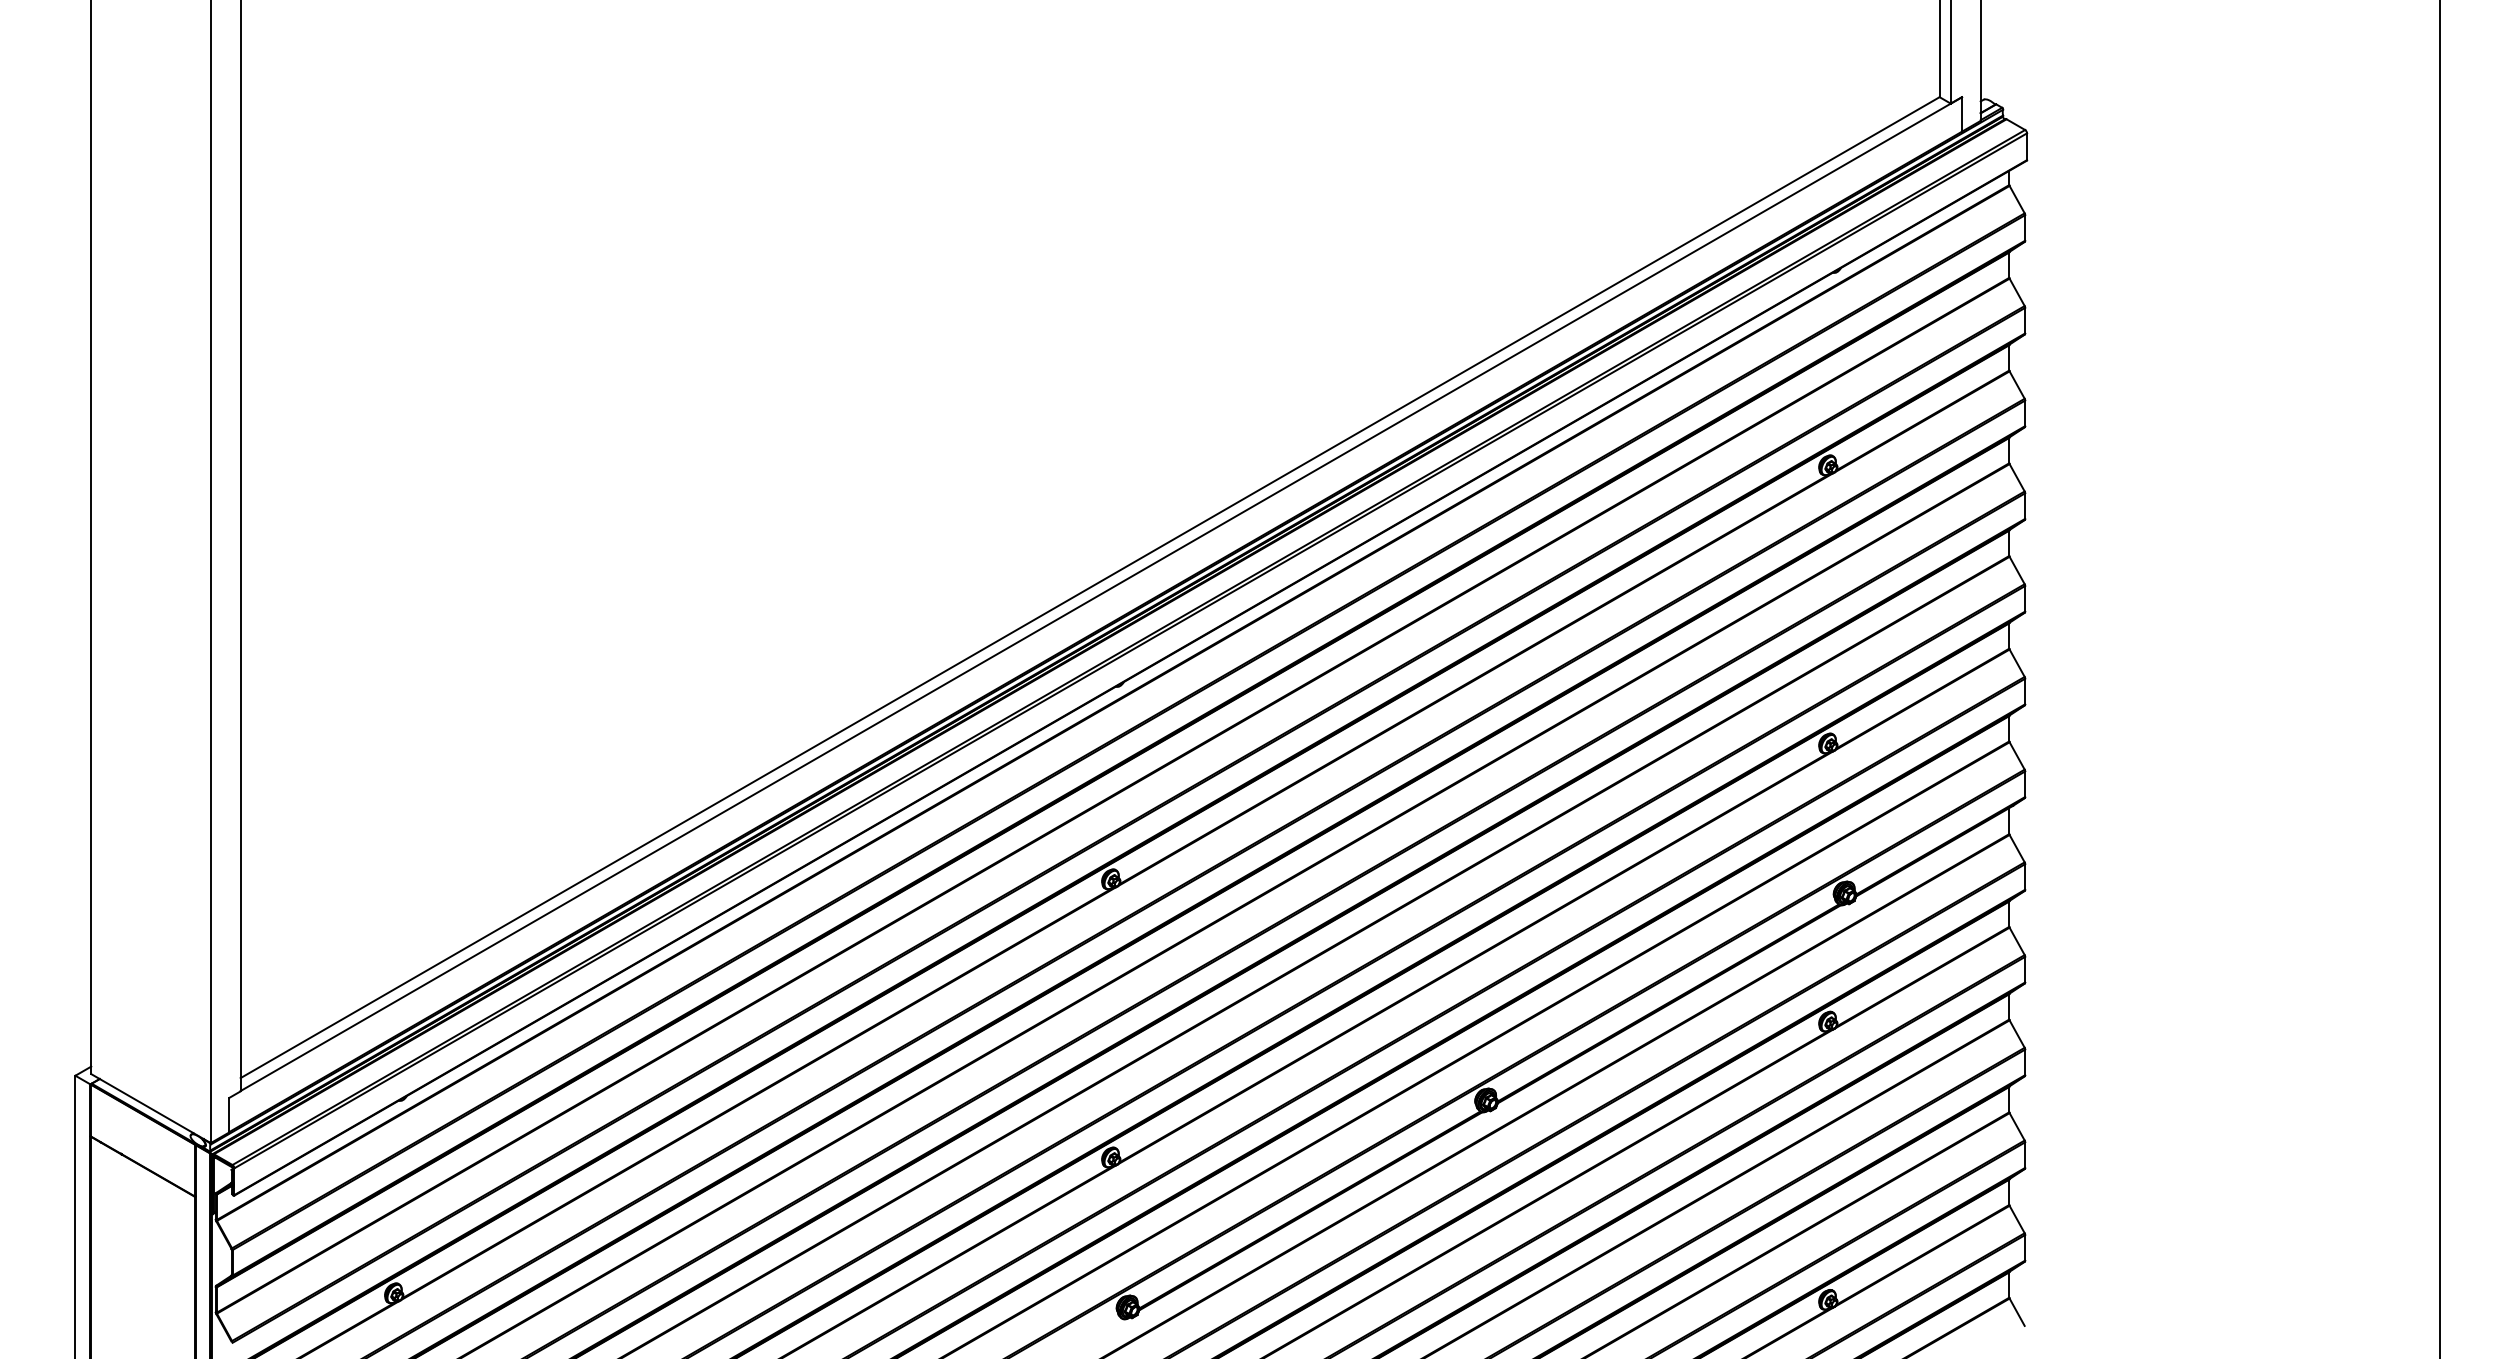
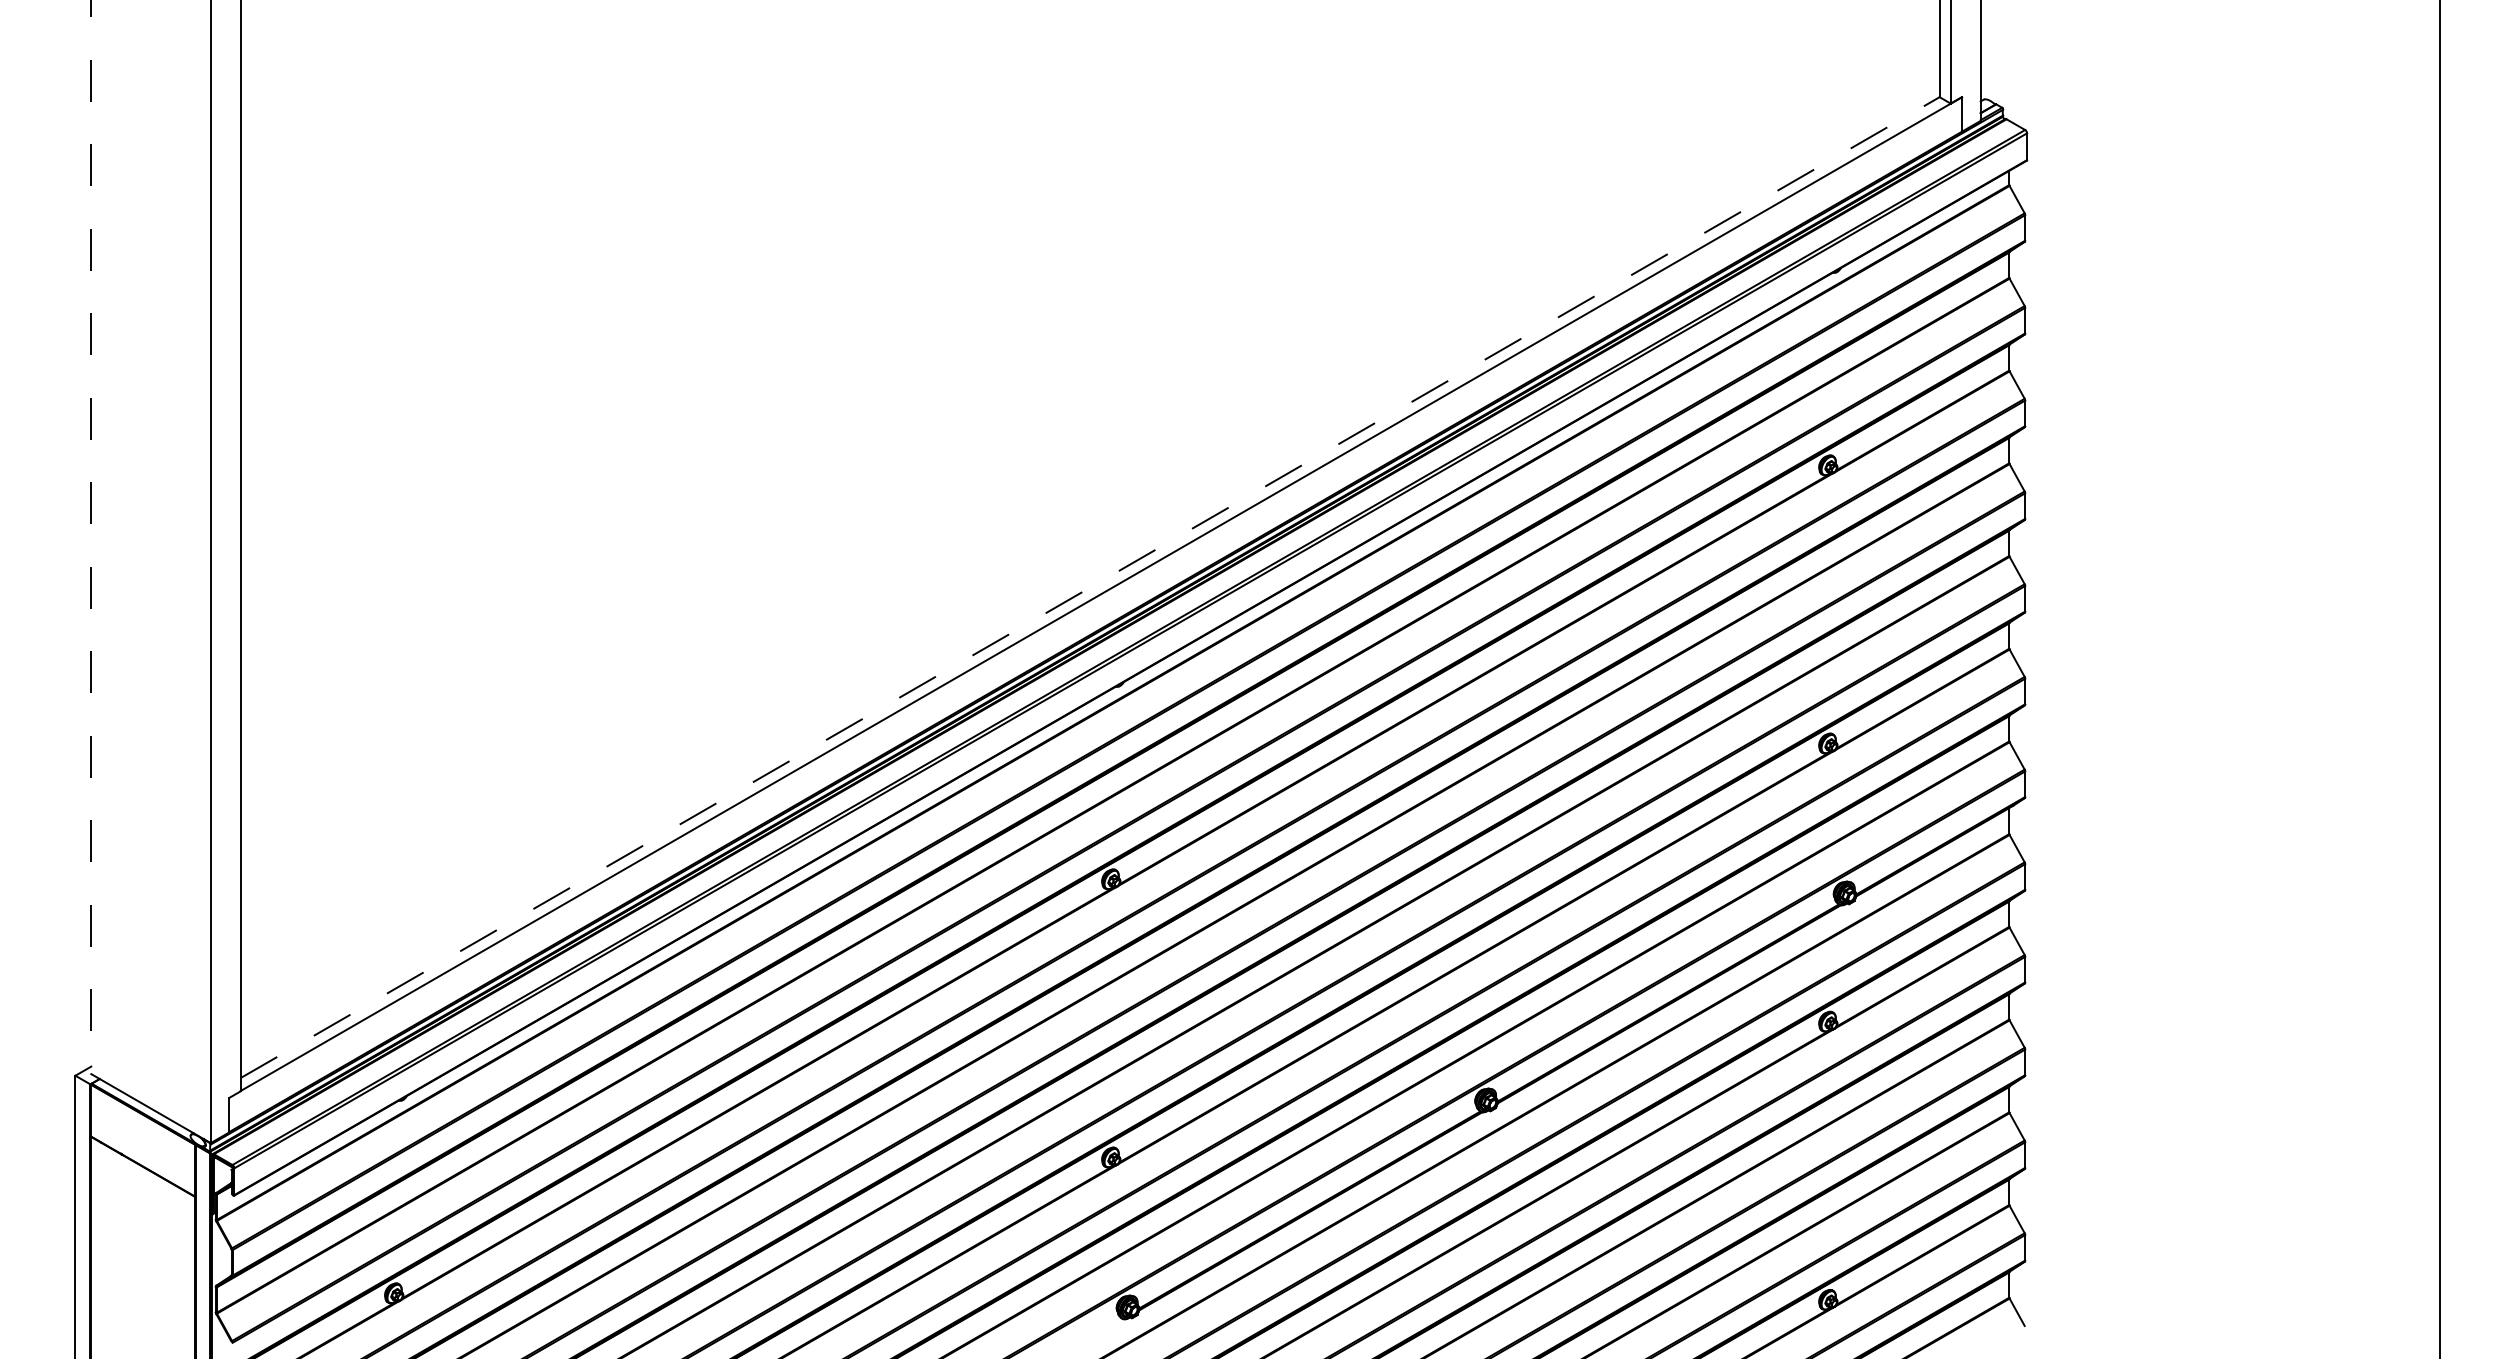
line at (91, 537): solid -> dashed
line at (1090, 587): solid -> dashed
